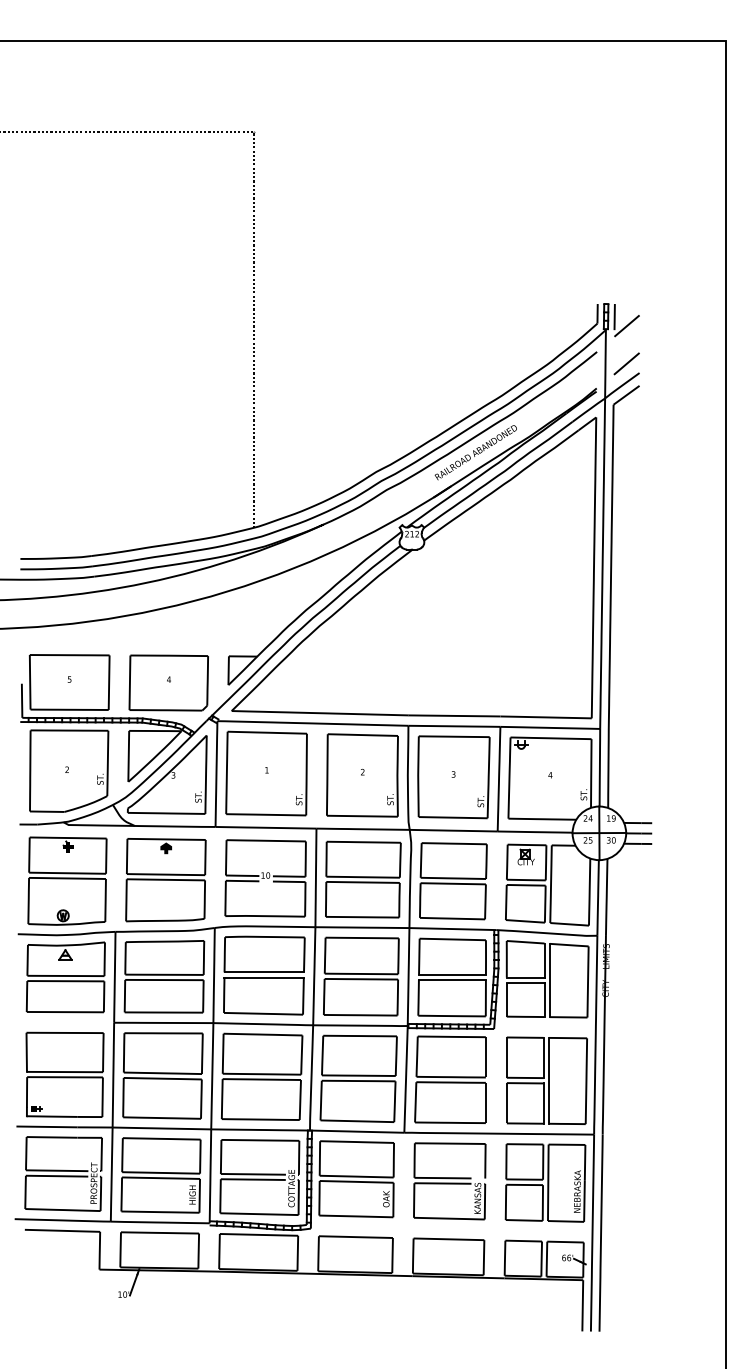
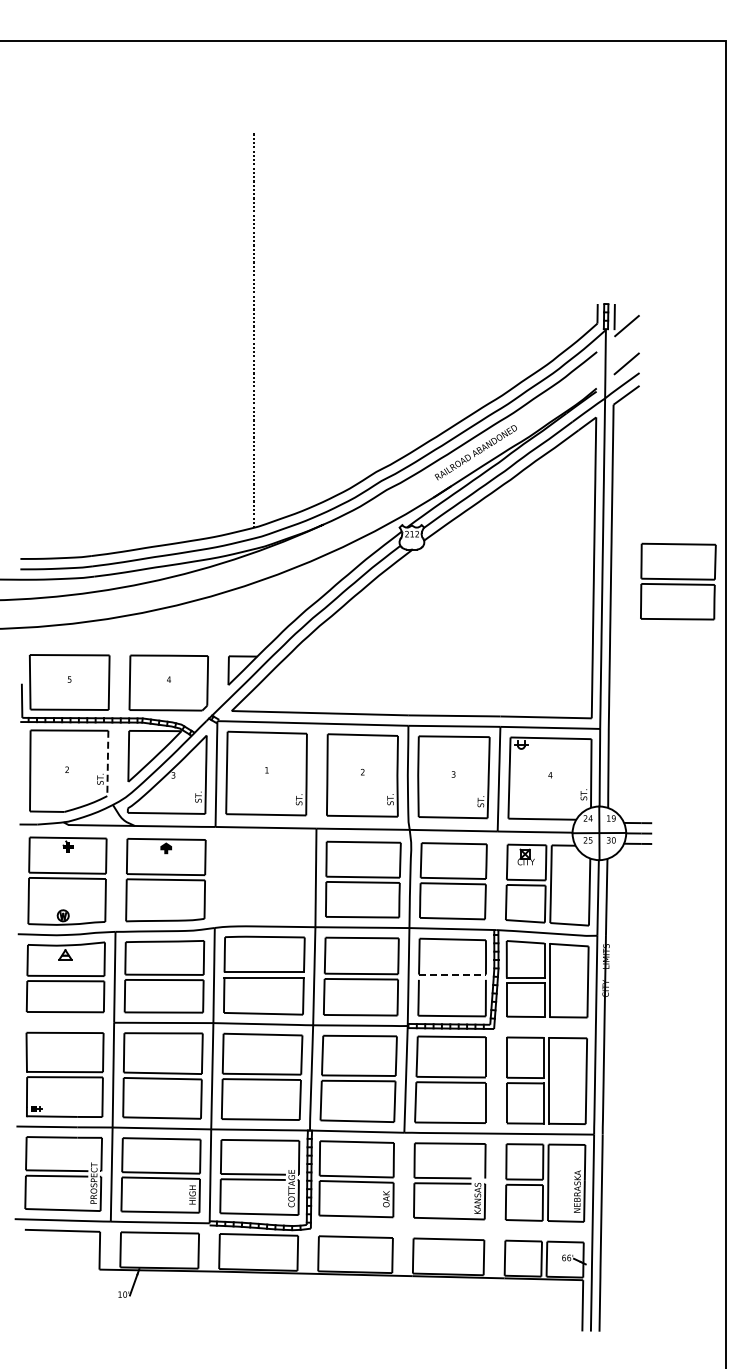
line at (128, 132): present -> none
part at (678, 581): none -> present
line at (107, 763): solid -> dashed
part at (265, 878): present -> none
line at (452, 974): solid -> dashed
line at (451, 979): present -> none
